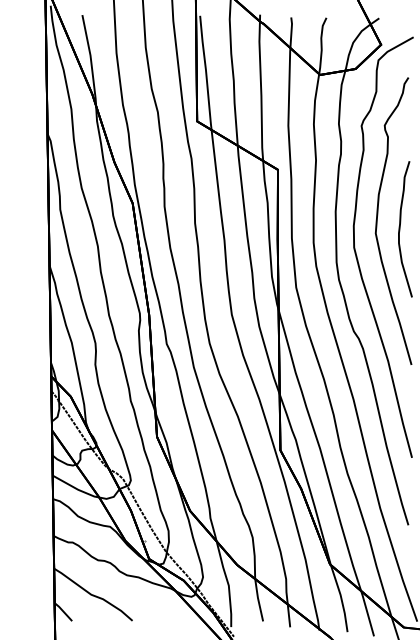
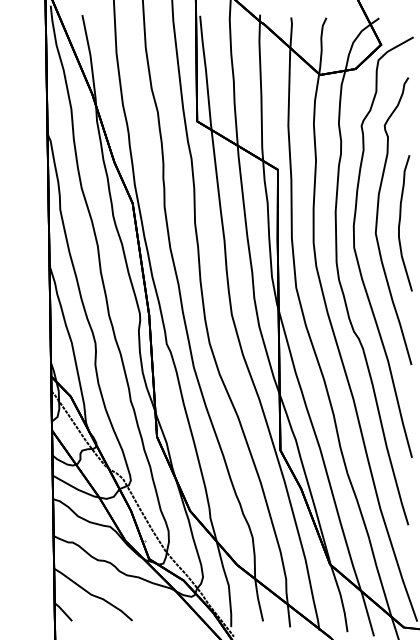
curve at (400, 229) position: (400, 229) -> (400, 223)
